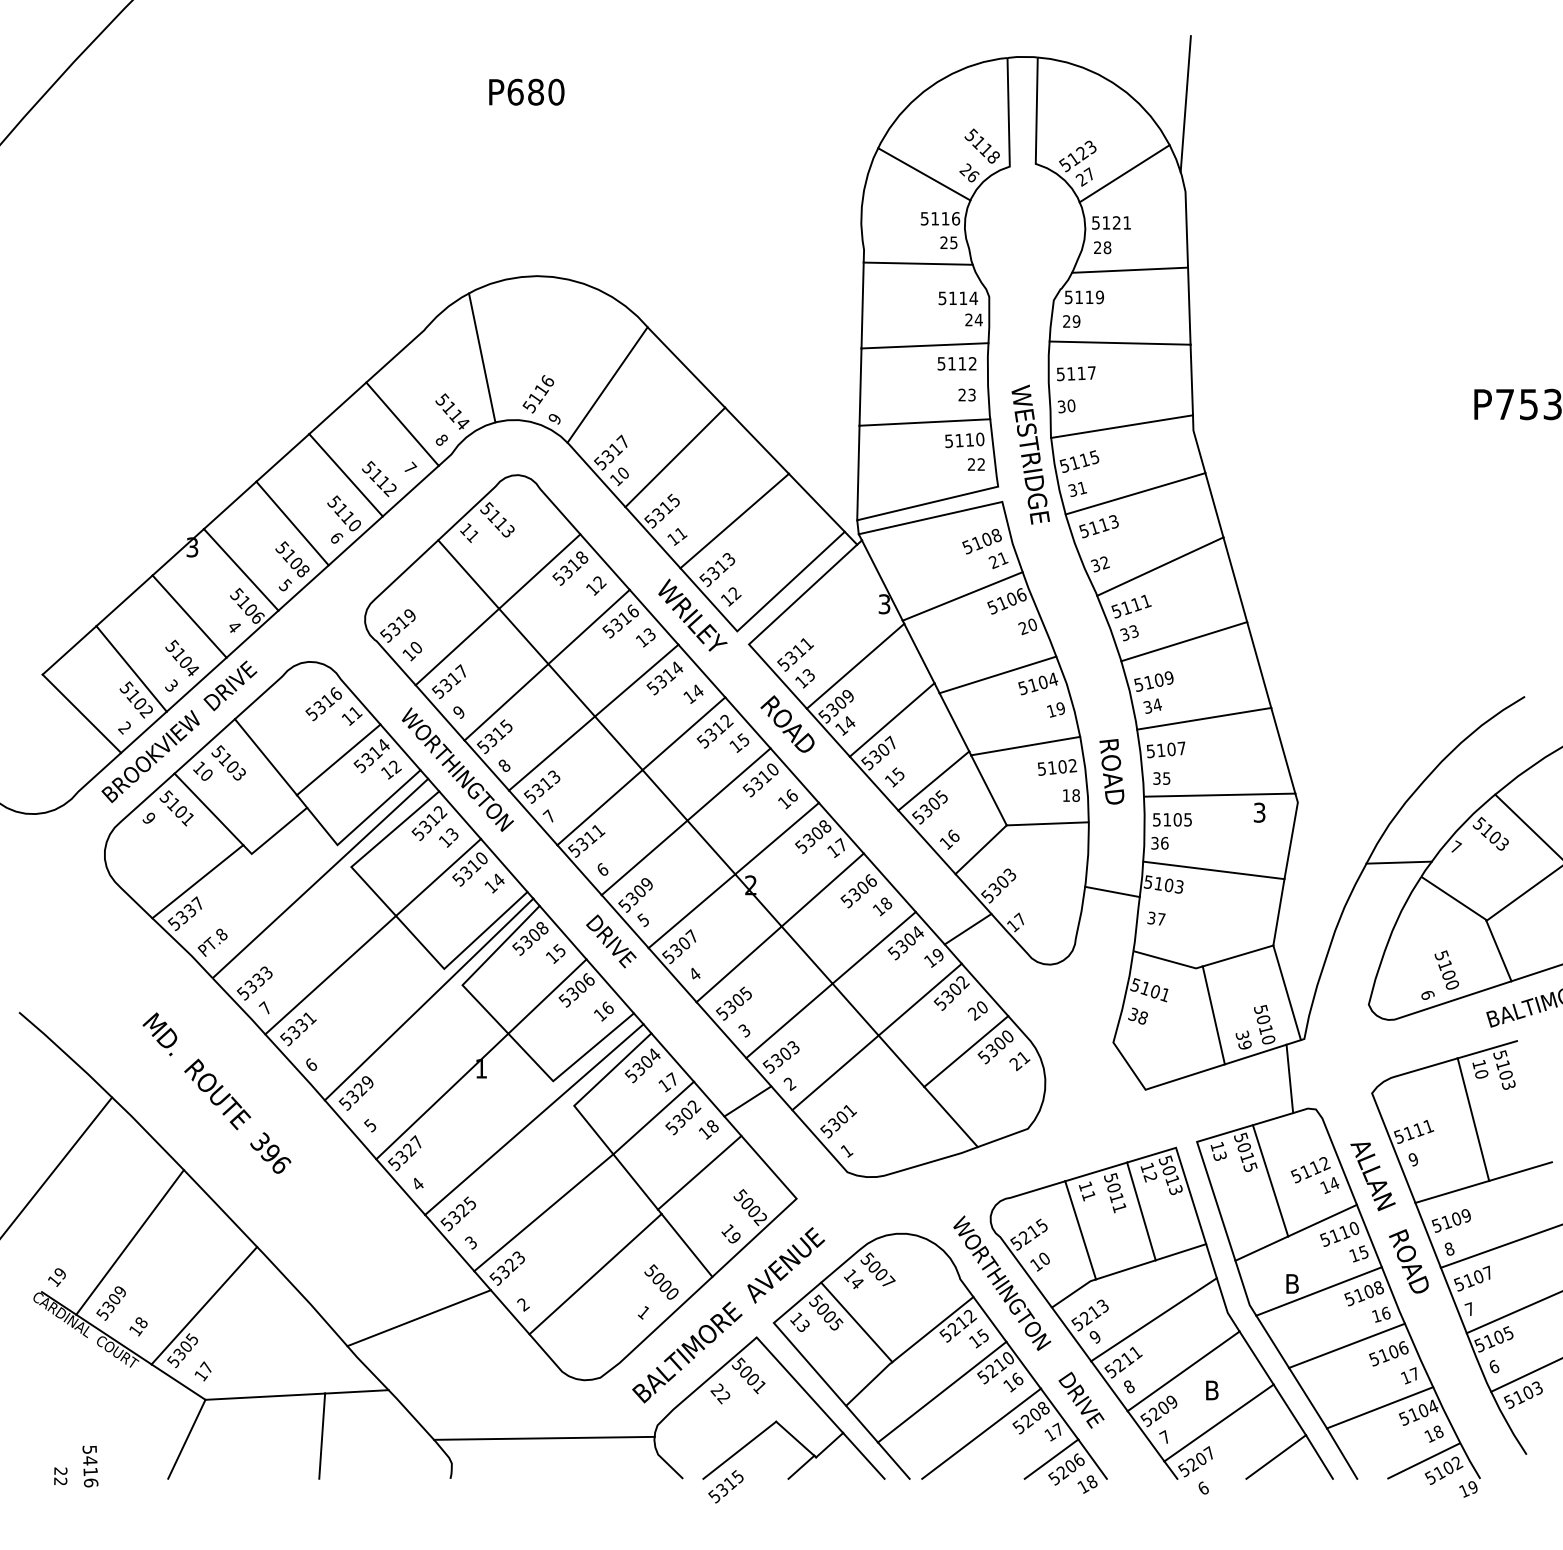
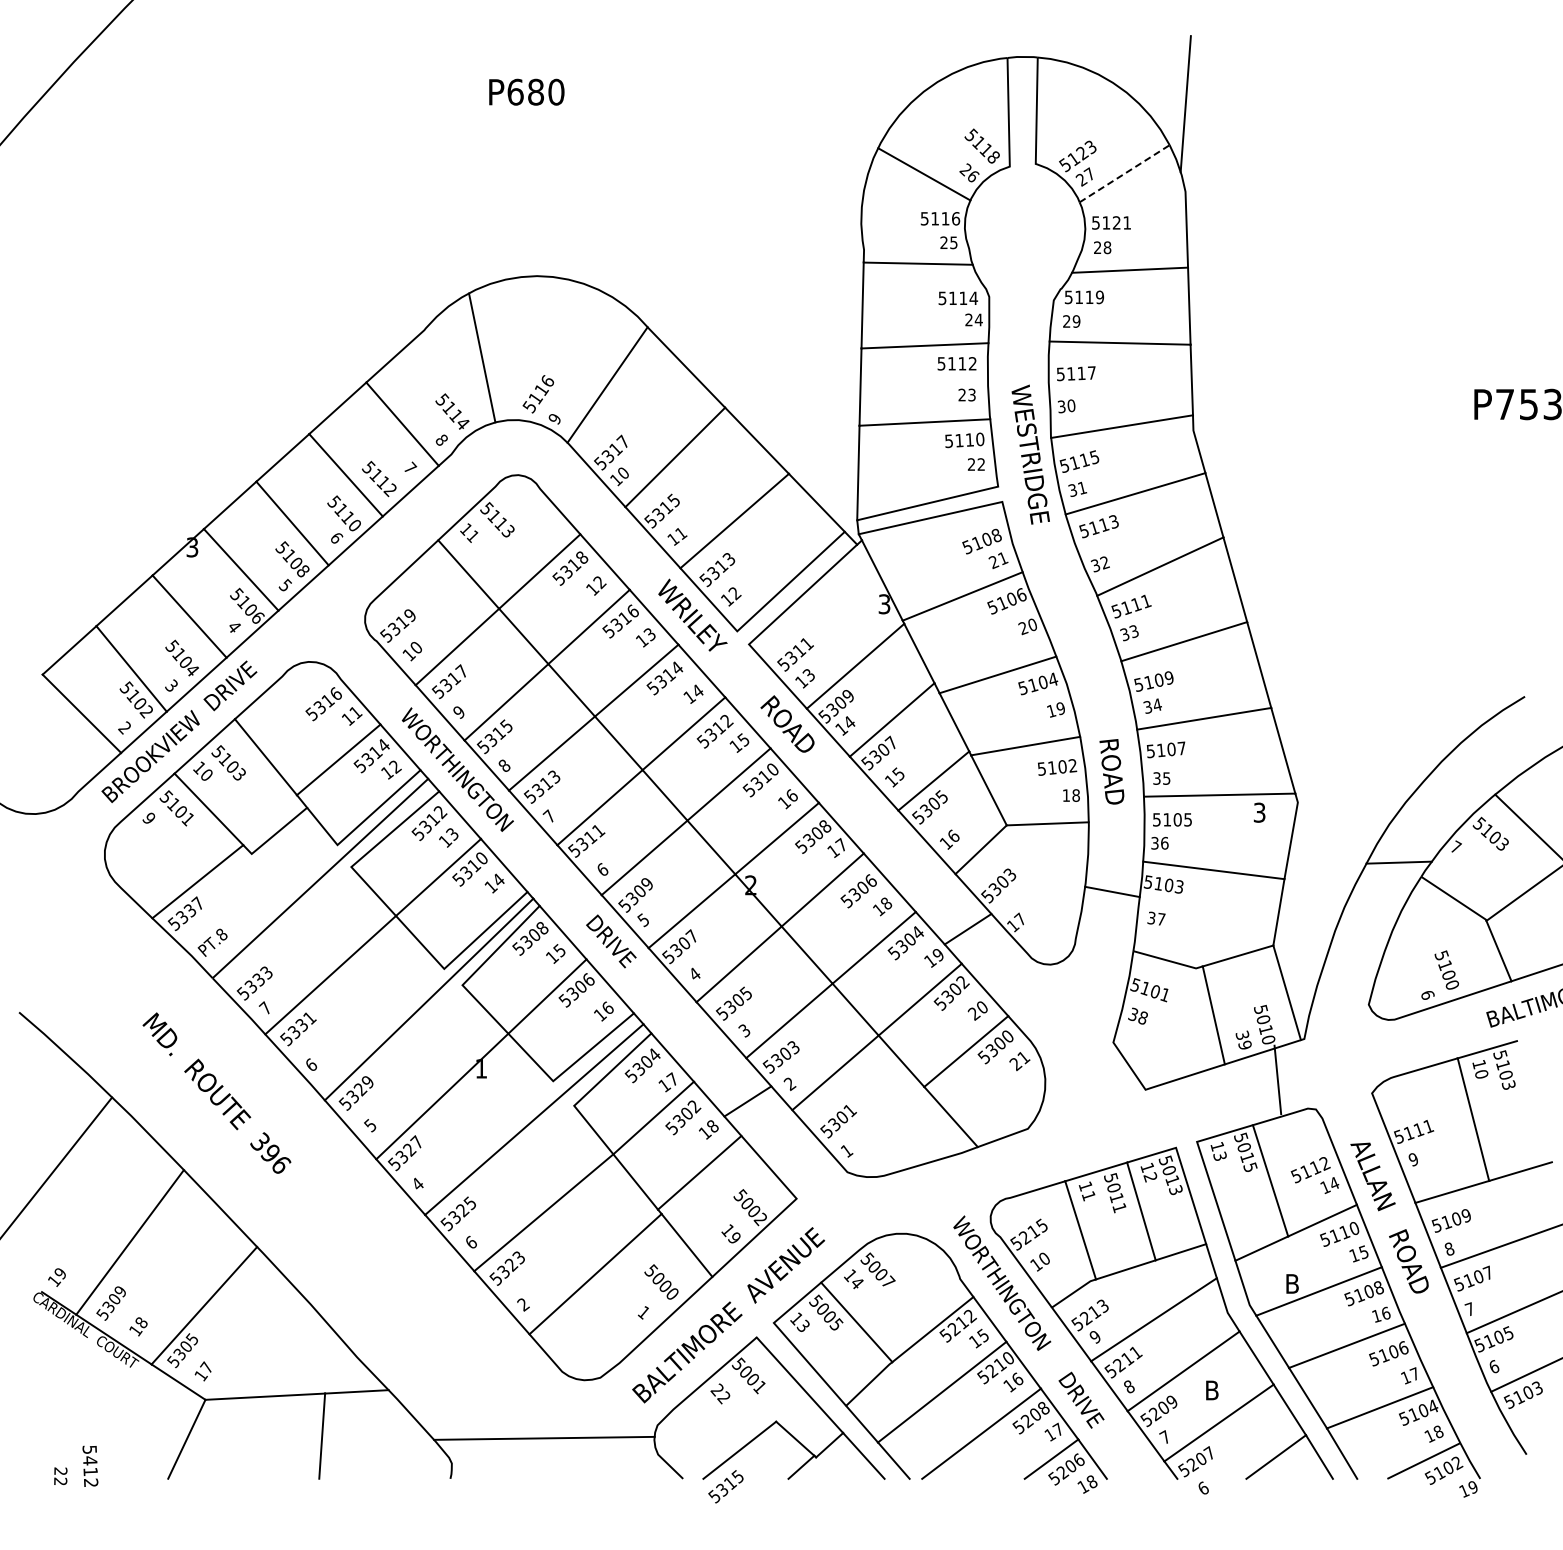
line at (1125, 173): solid -> dashed
line at (1289, 1078) position: (1289, 1078) -> (1277, 1079)
text at (470, 1242): 3 -> 6
line at (418, 1318): present -> none
text at (90, 1482): 5416 -> 5412
